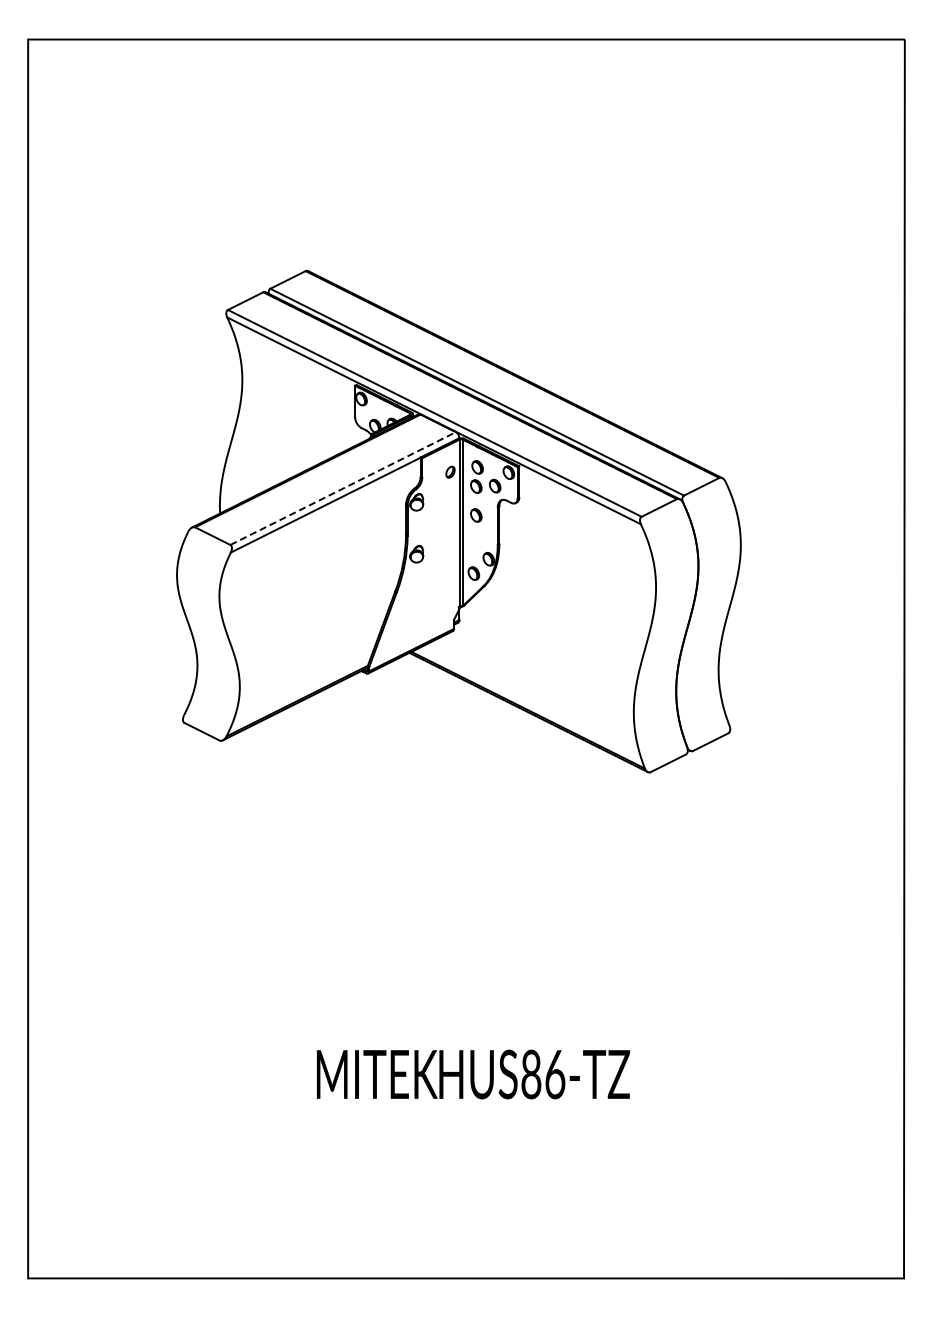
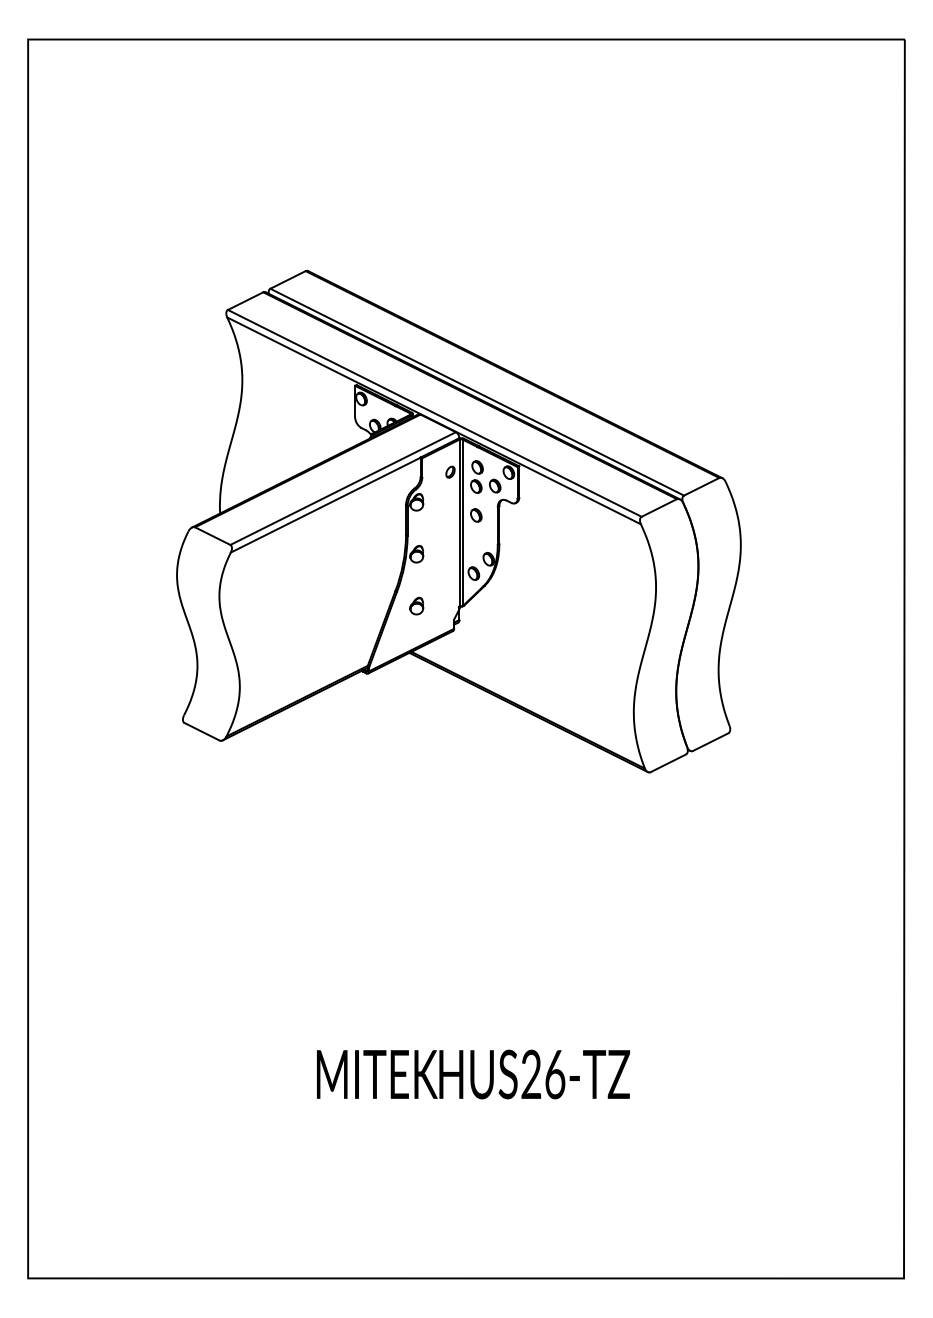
line at (343, 488): dashed -> solid
part at (416, 605): none -> present
text at (531, 1074): HUS86-TZ -> HUS26-TZ
